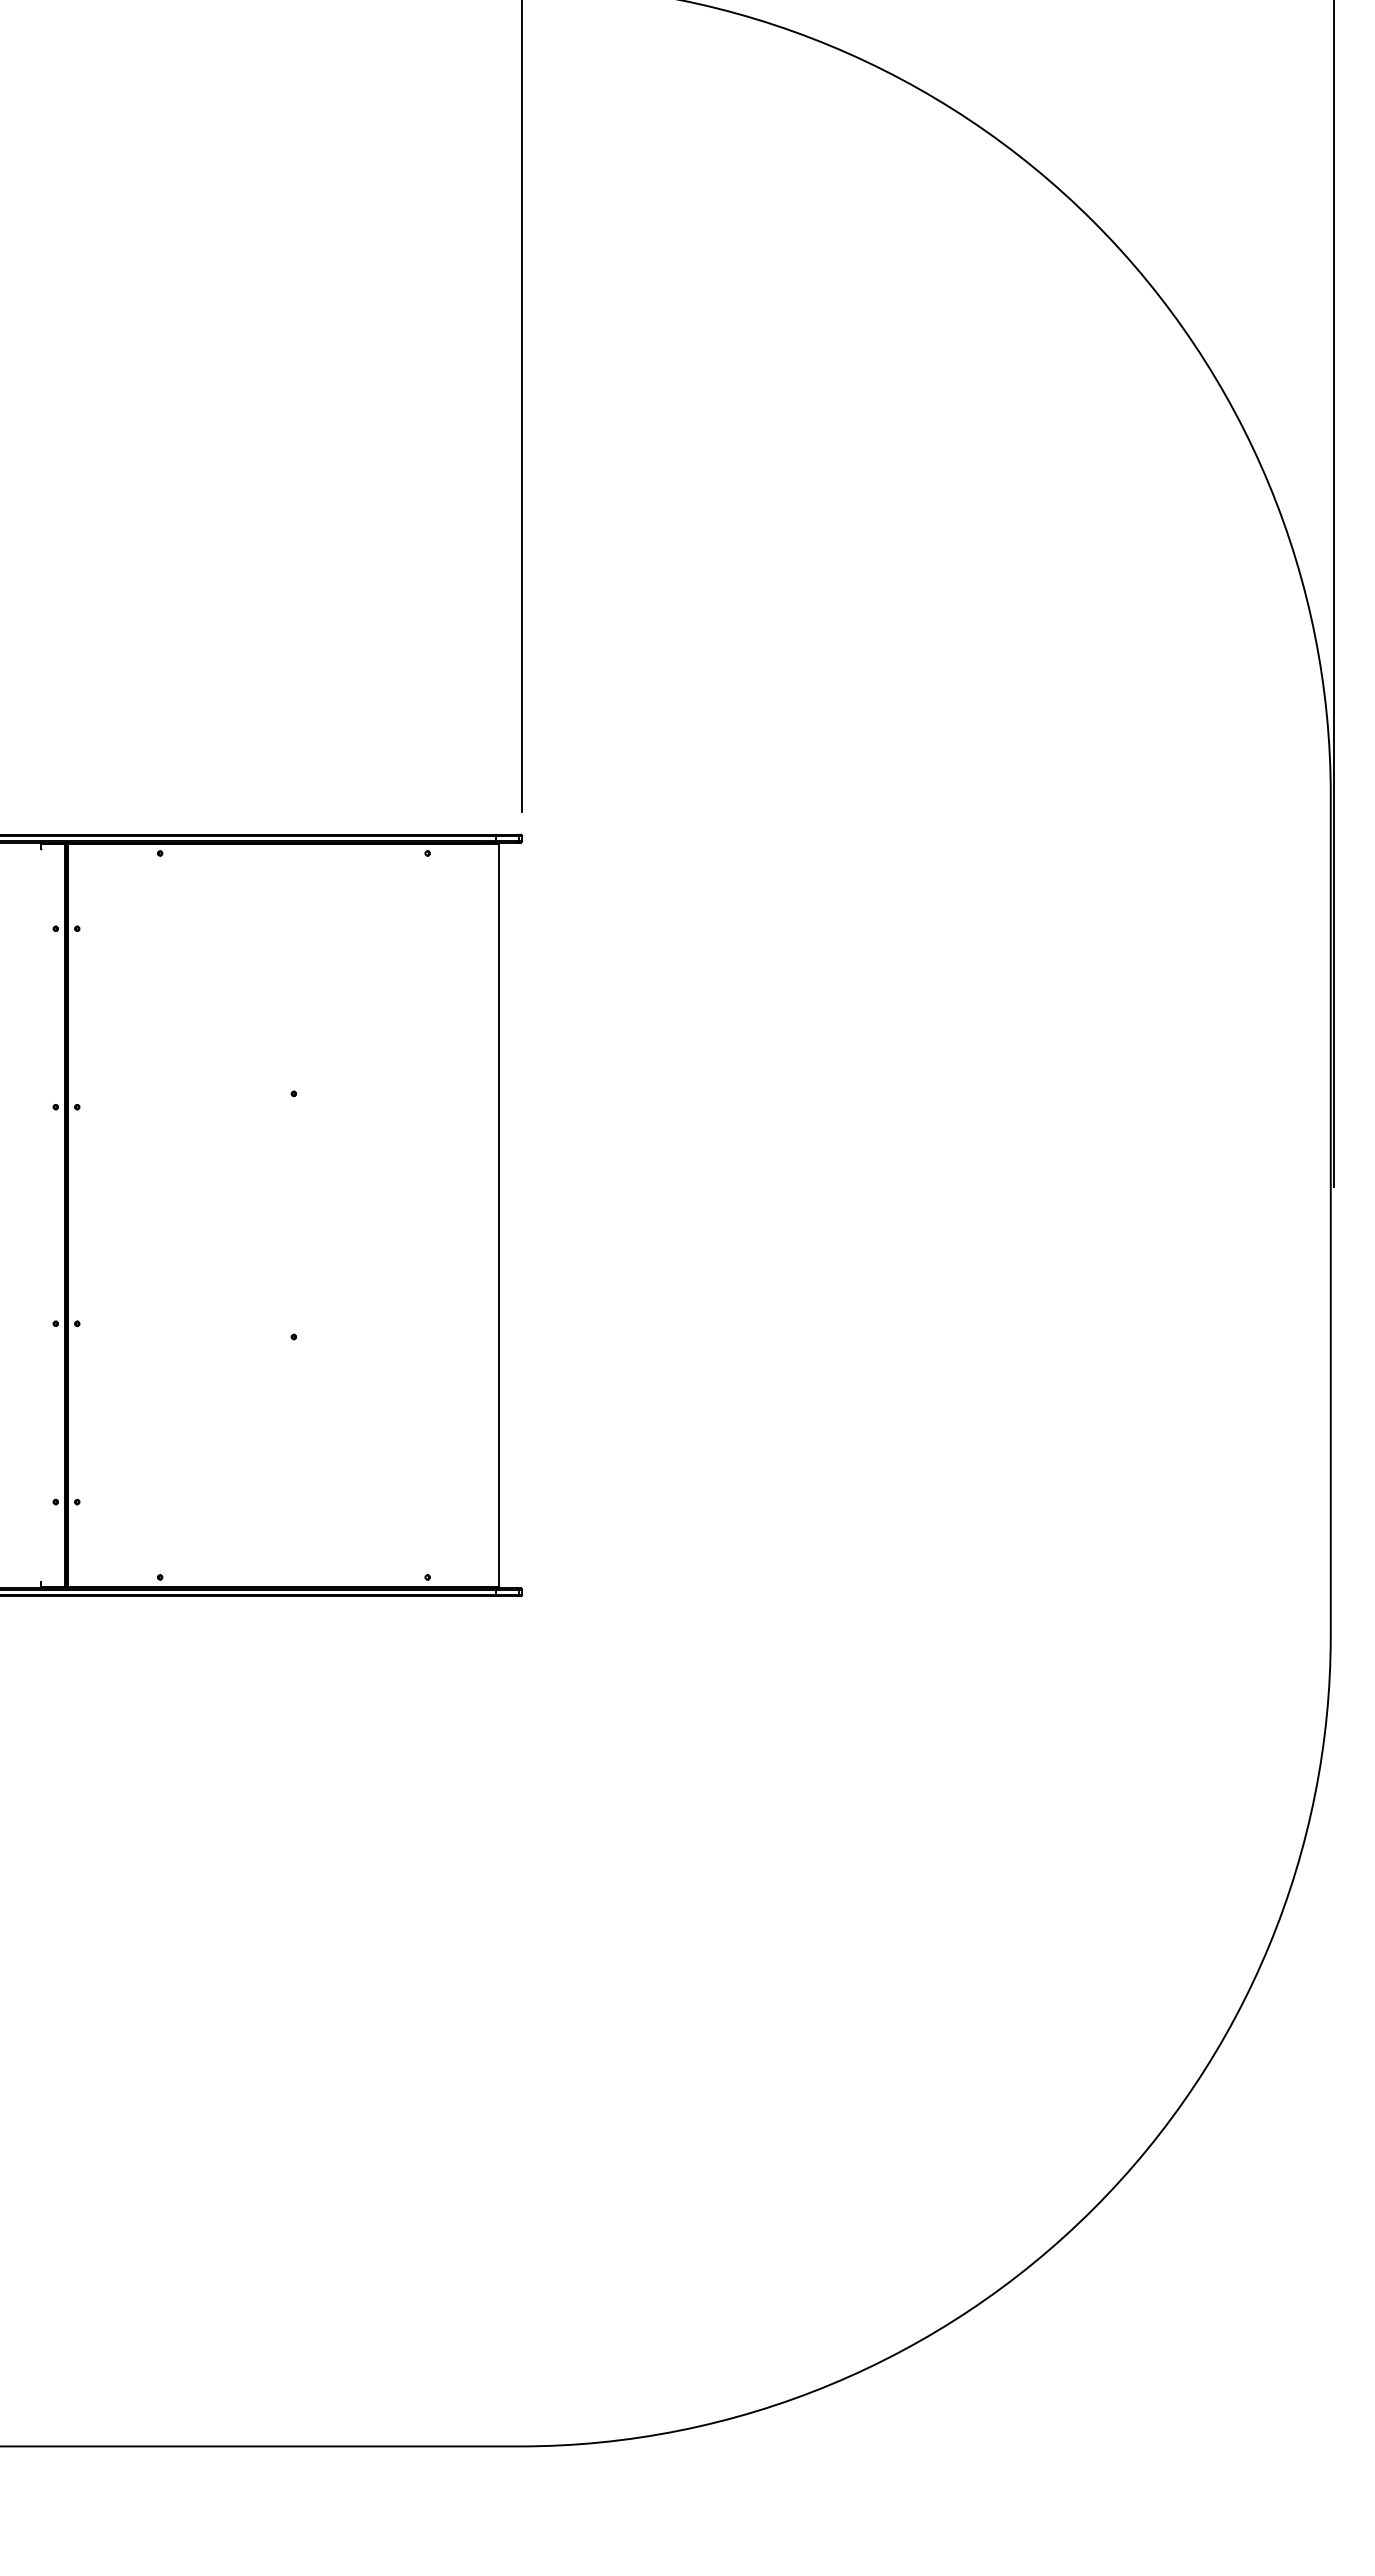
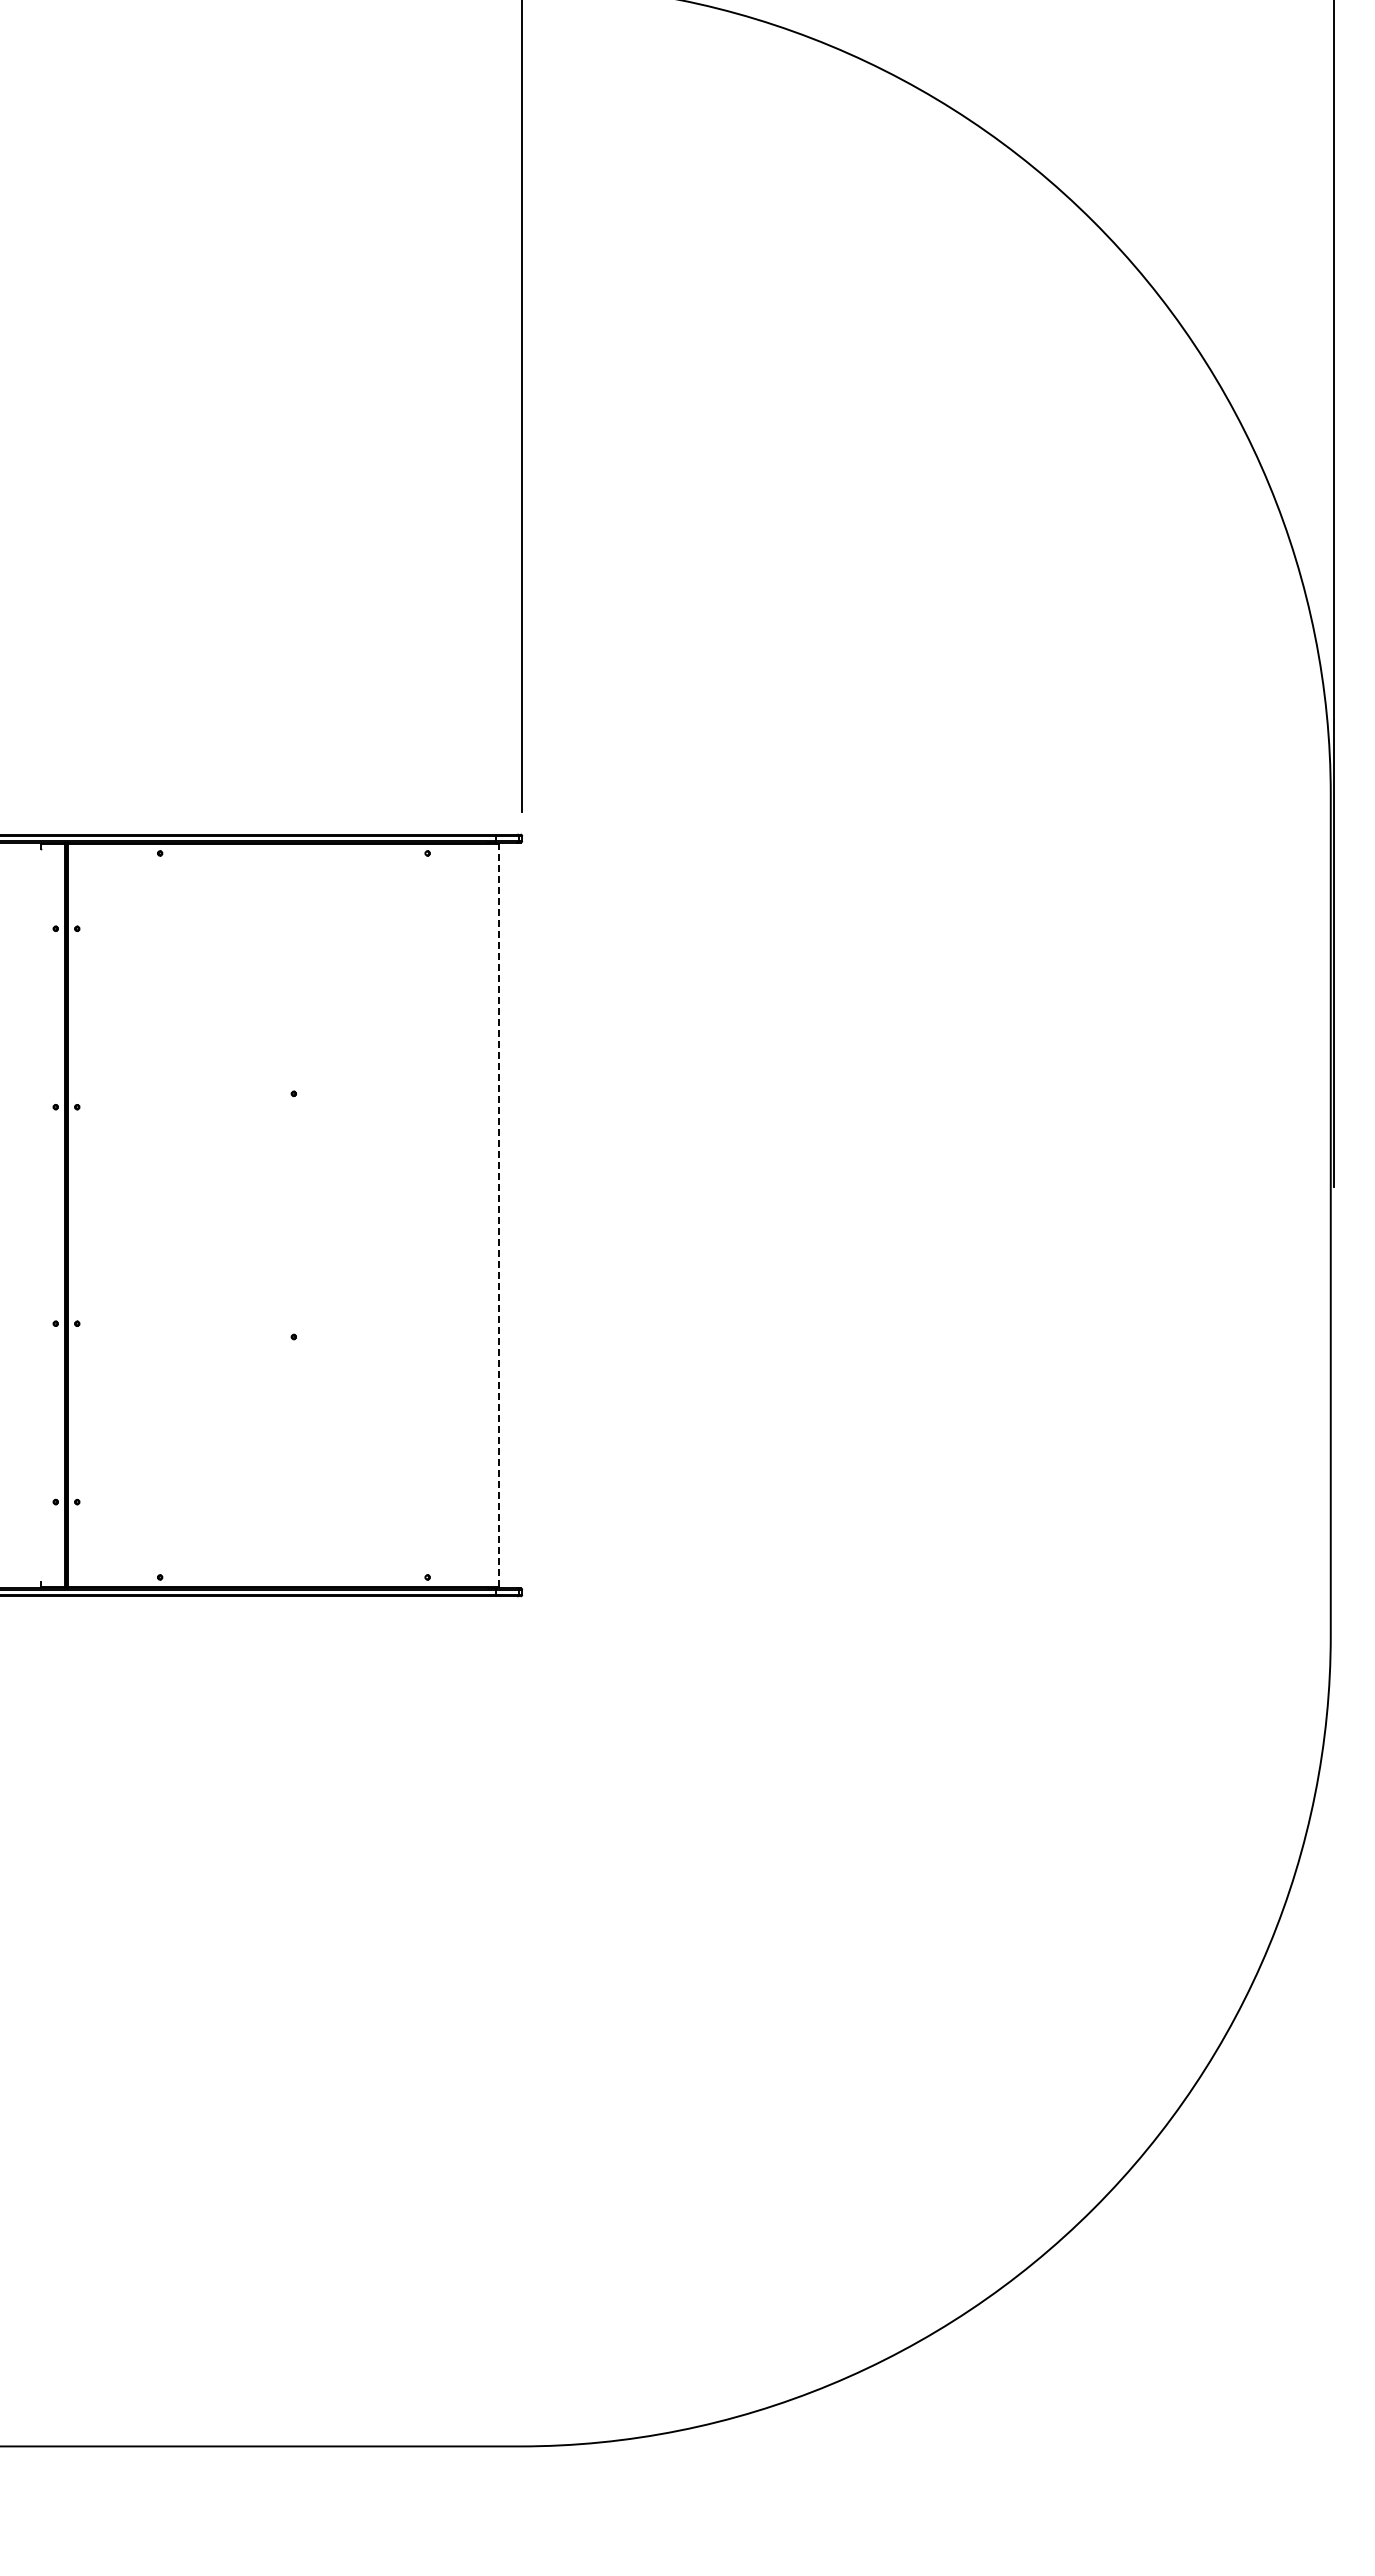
line at (498, 1214): solid -> dashed
